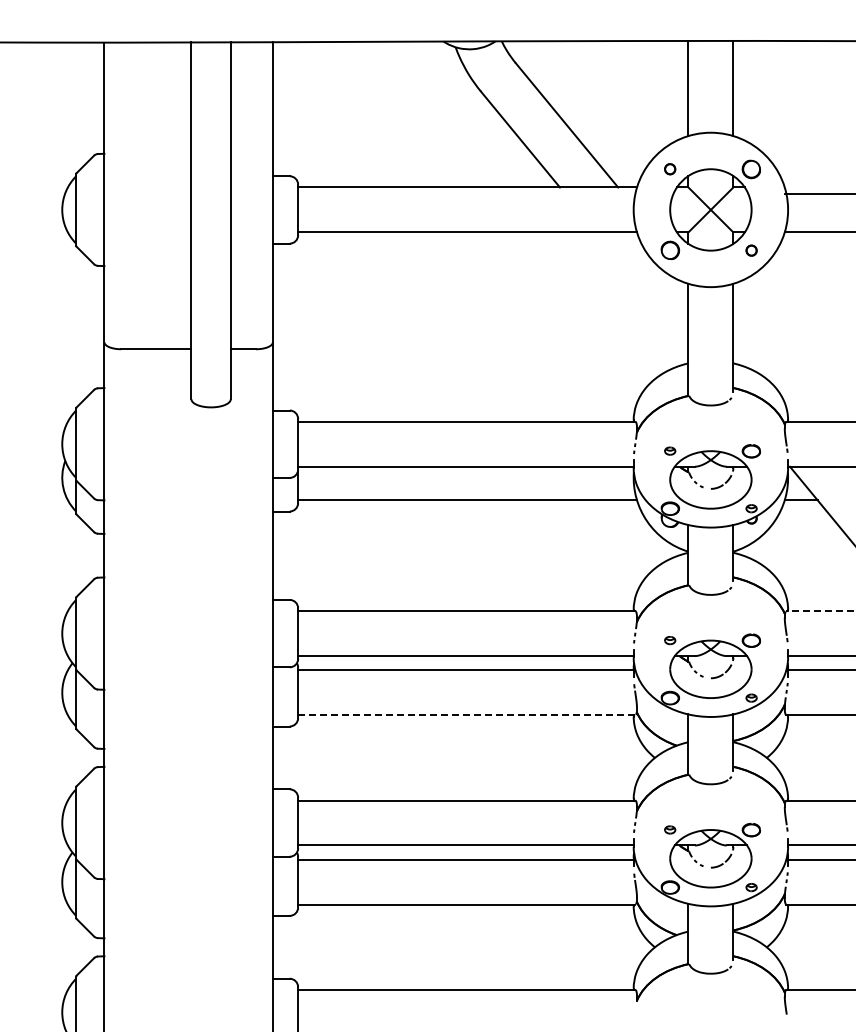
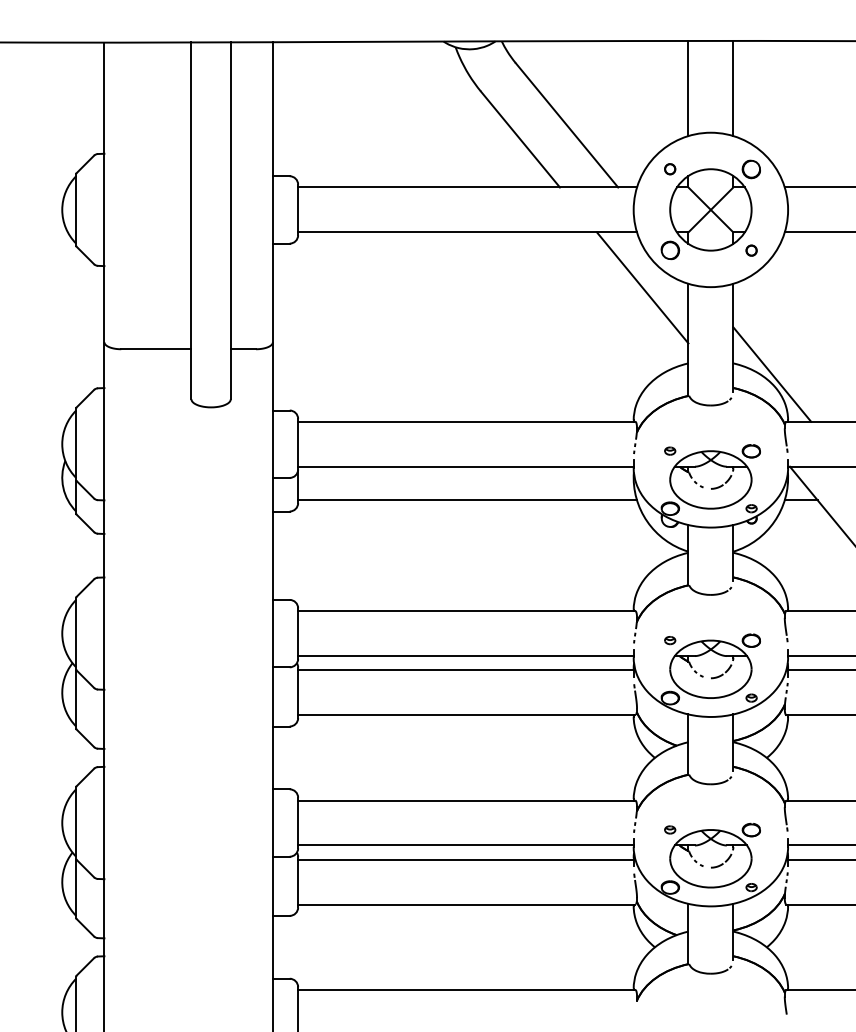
line at (818, 194) position: (818, 194) -> (818, 187)
line at (642, 287): none -> present
line at (772, 374): none -> present
line at (820, 611): dashed -> solid
line at (466, 715): dashed -> solid
